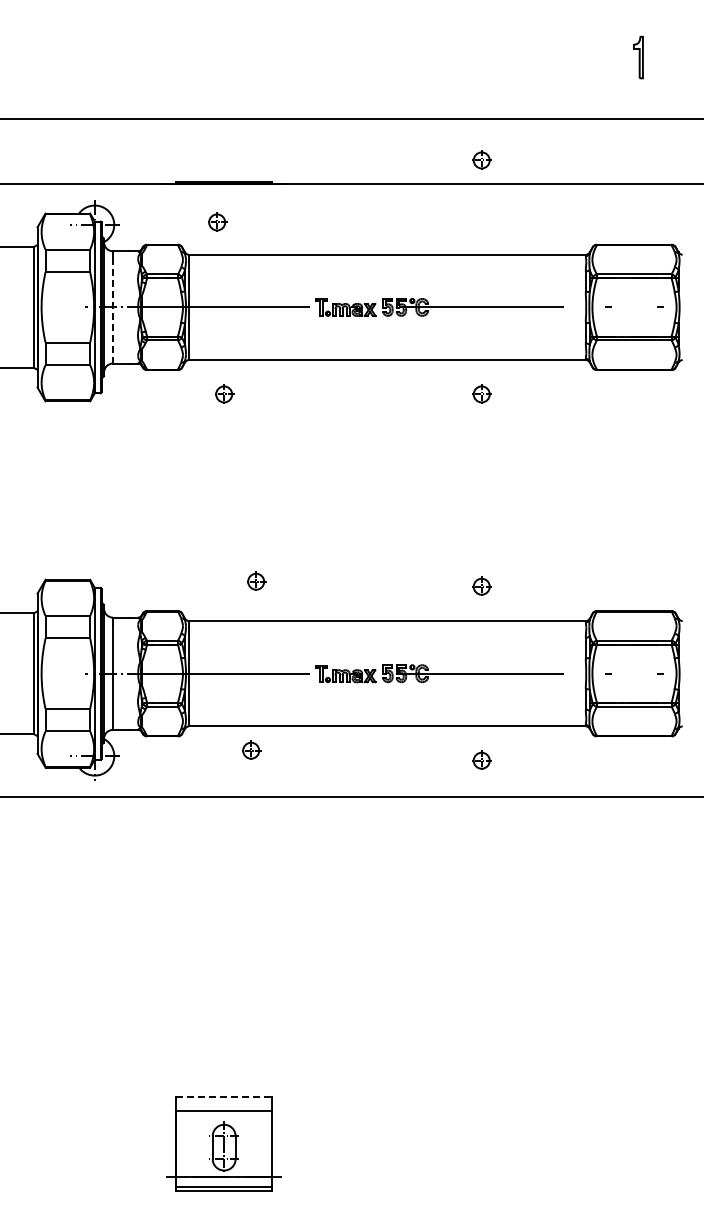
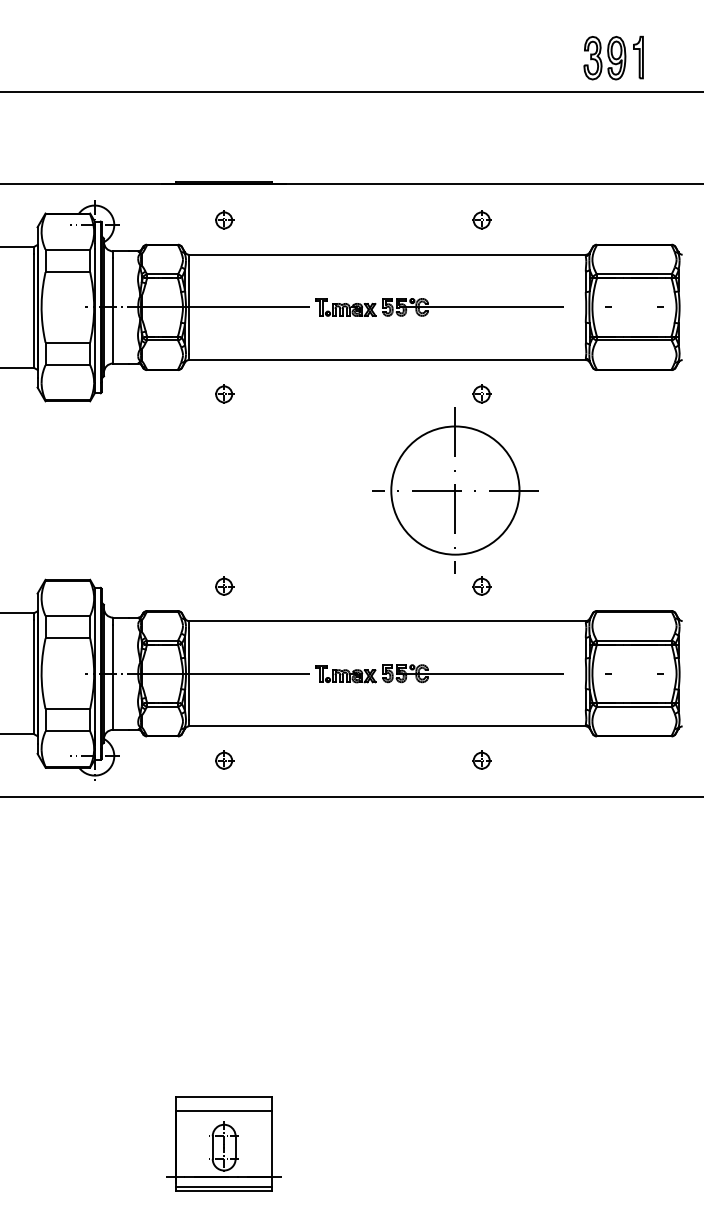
part at (604, 58): none -> present
line at (351, 119) position: (351, 119) -> (351, 92)
part at (481, 159) position: (481, 159) -> (481, 219)
part at (217, 221) position: (217, 221) -> (224, 219)
line at (113, 310): dashed -> solid
part at (455, 490): none -> present
part at (256, 580) position: (256, 580) -> (224, 585)
part at (251, 749) position: (251, 749) -> (224, 759)
line at (224, 1097): dashed -> solid
